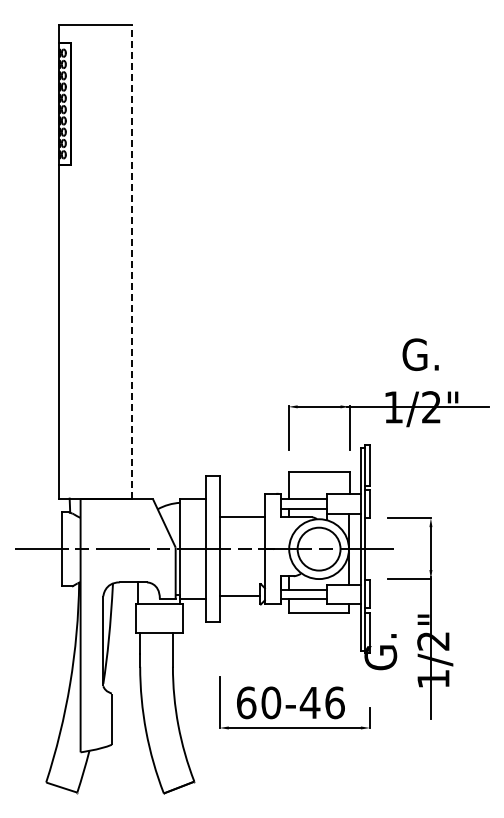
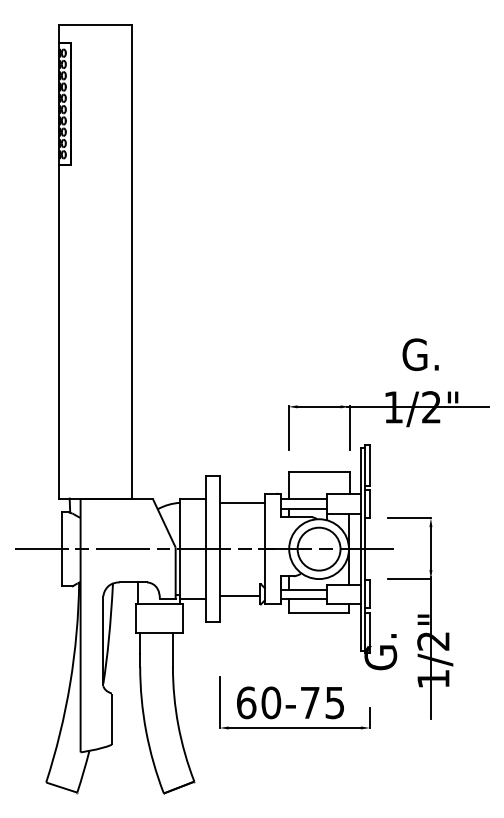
line at (131, 261): dashed -> solid
line at (241, 516) position: (241, 516) -> (241, 502)
text at (321, 702): 60-46 -> 60-75
